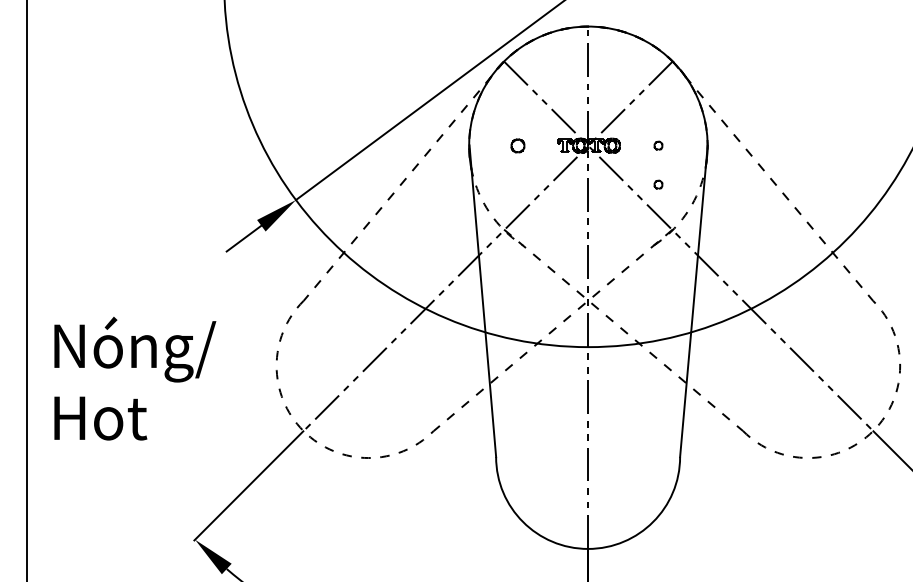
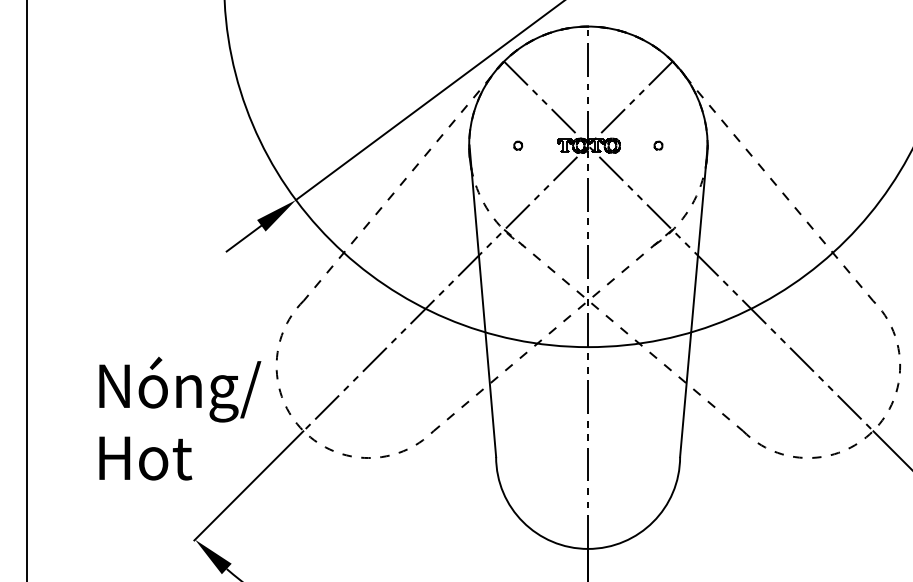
part at (517, 145) size: 16x16 px -> 11x11 px
part at (658, 184): present -> none
text at (135, 378) position: (135, 378) -> (180, 418)
